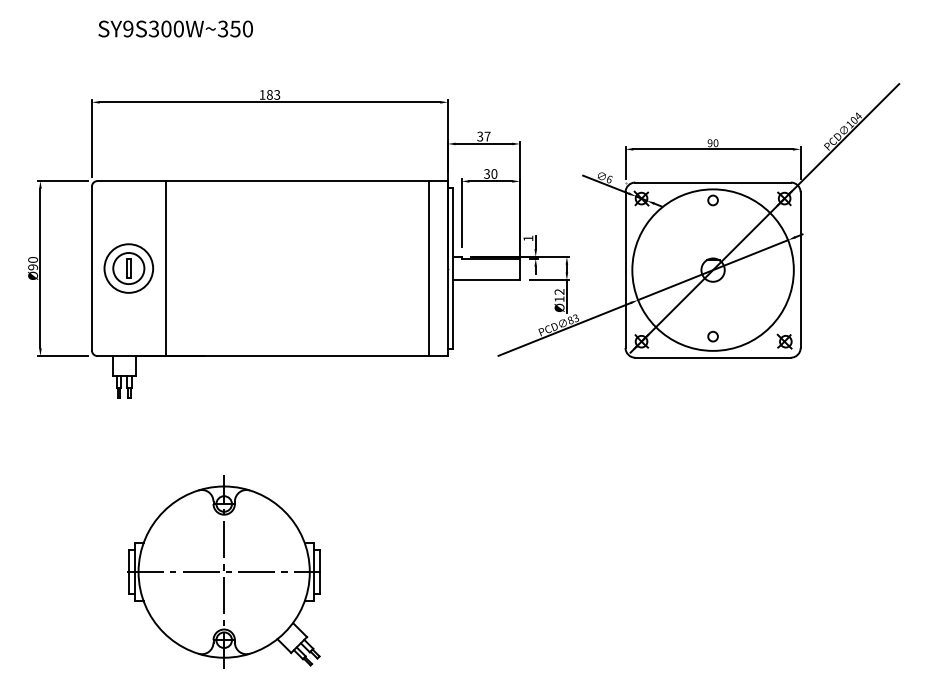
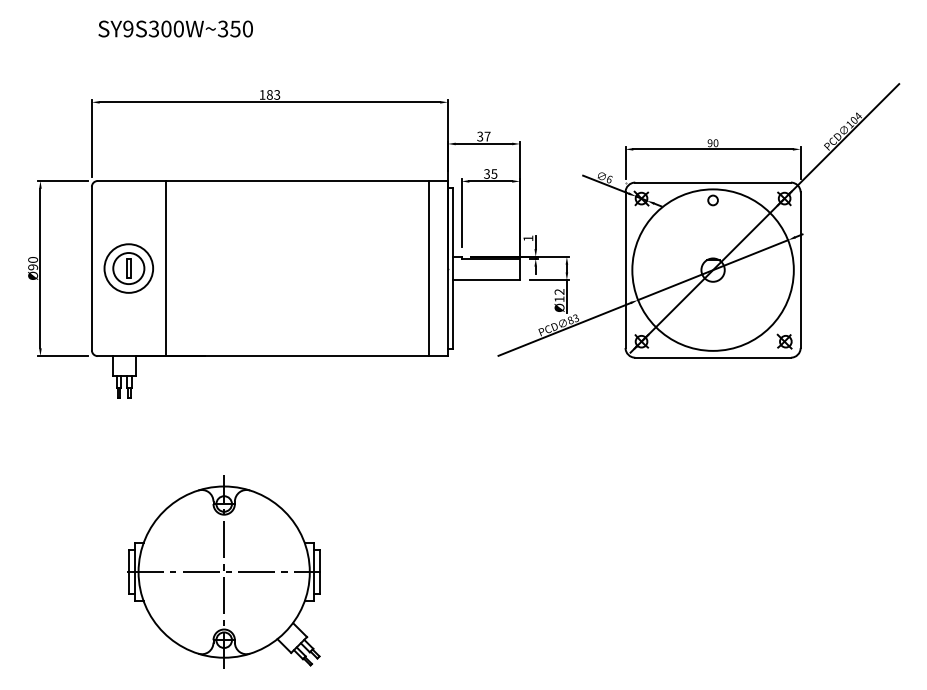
text at (494, 173): 30 -> 35
circle at (712, 336): present -> none
